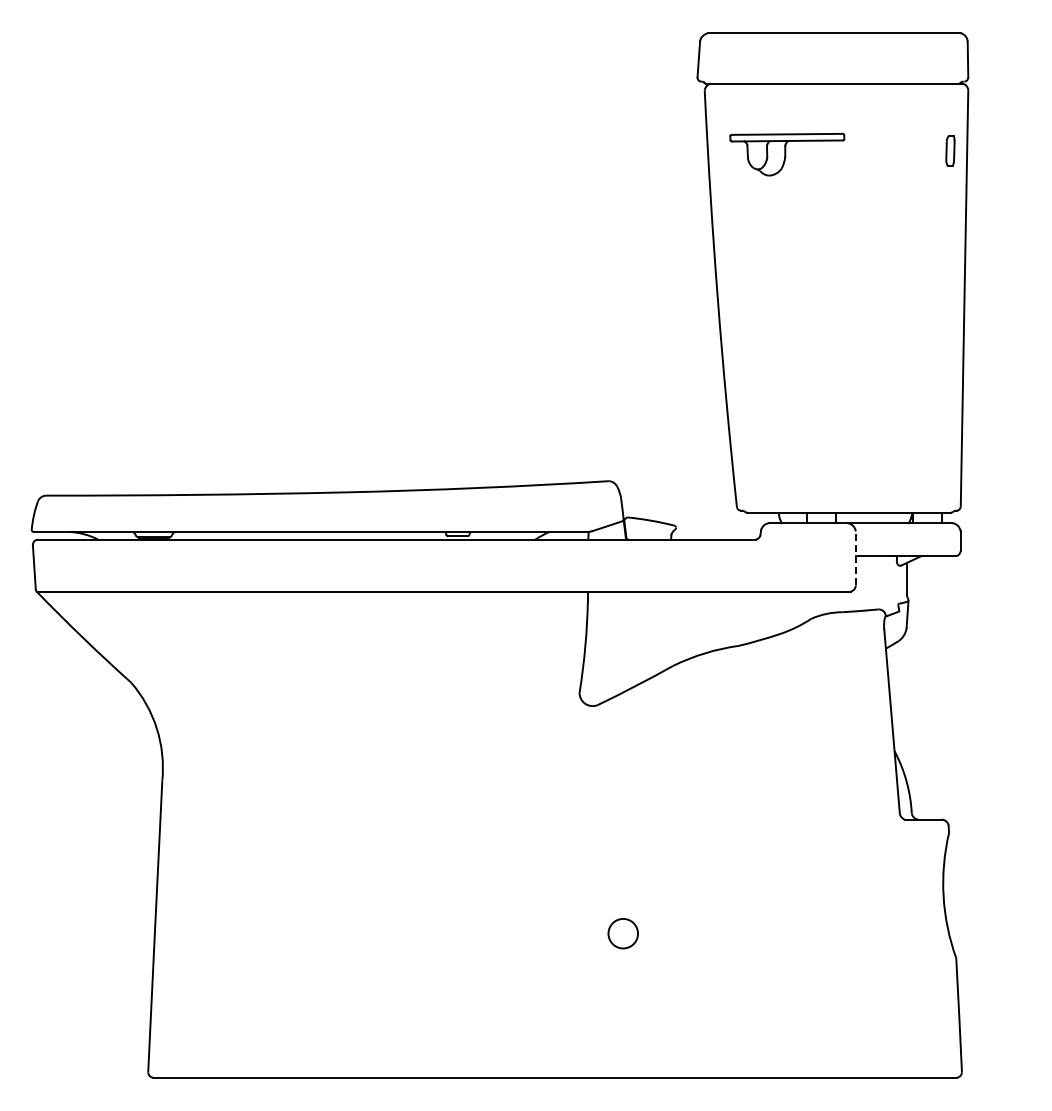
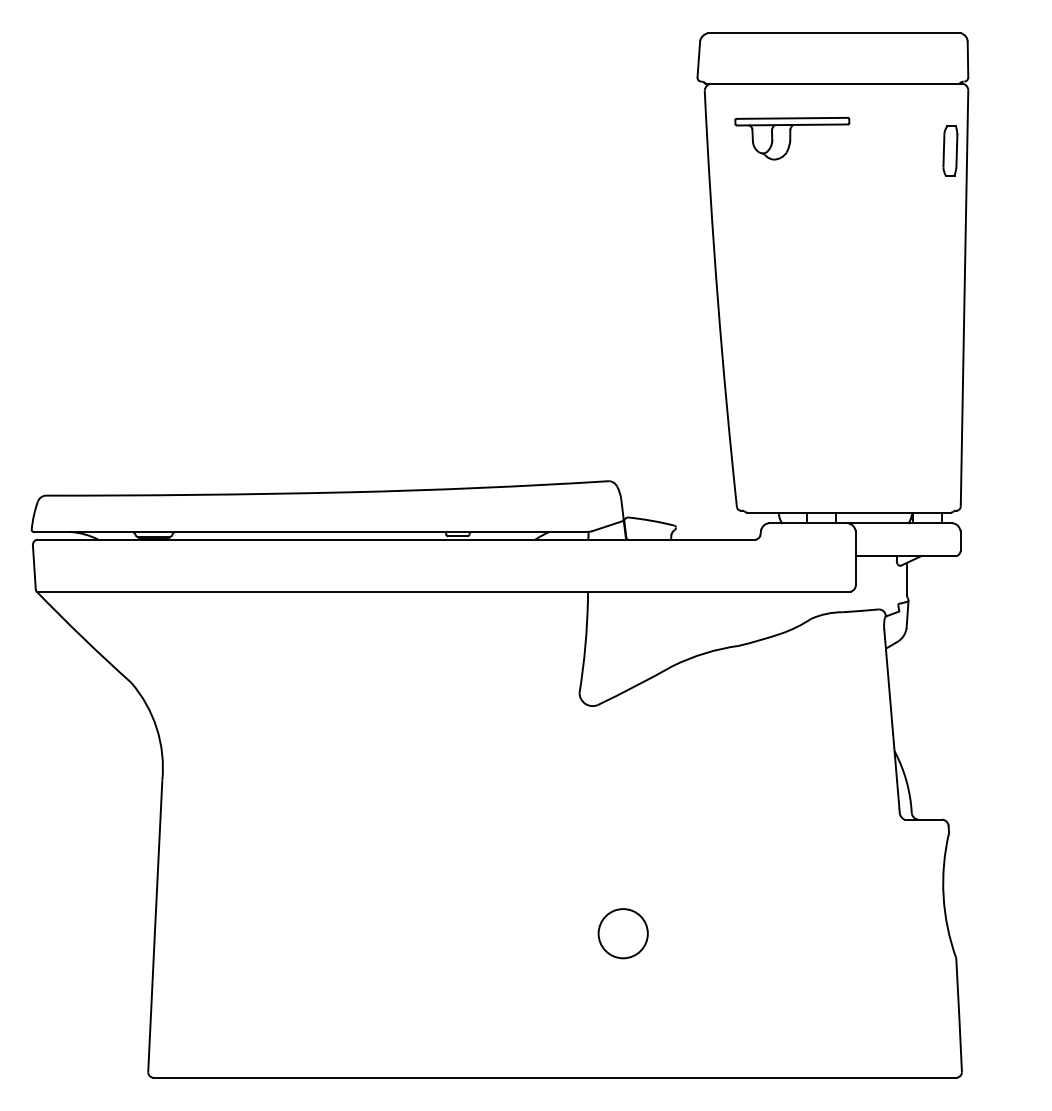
part at (950, 150) size: 11x32 px -> 17x52 px
part at (787, 154) position: (787, 154) -> (792, 138)
line at (855, 557): dashed -> solid
circle at (623, 933) diameter: 30 px -> 49 px
